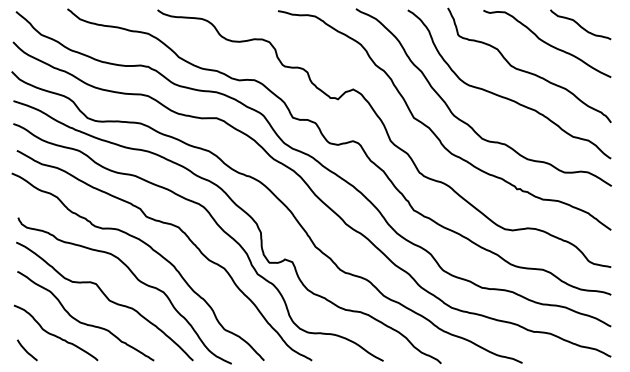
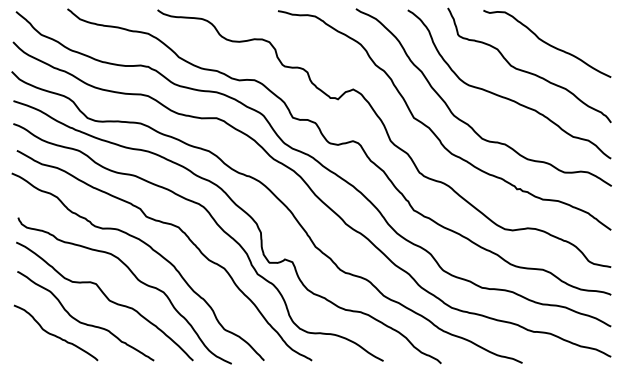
curve at (579, 24): present -> none
curve at (26, 350): present -> none
